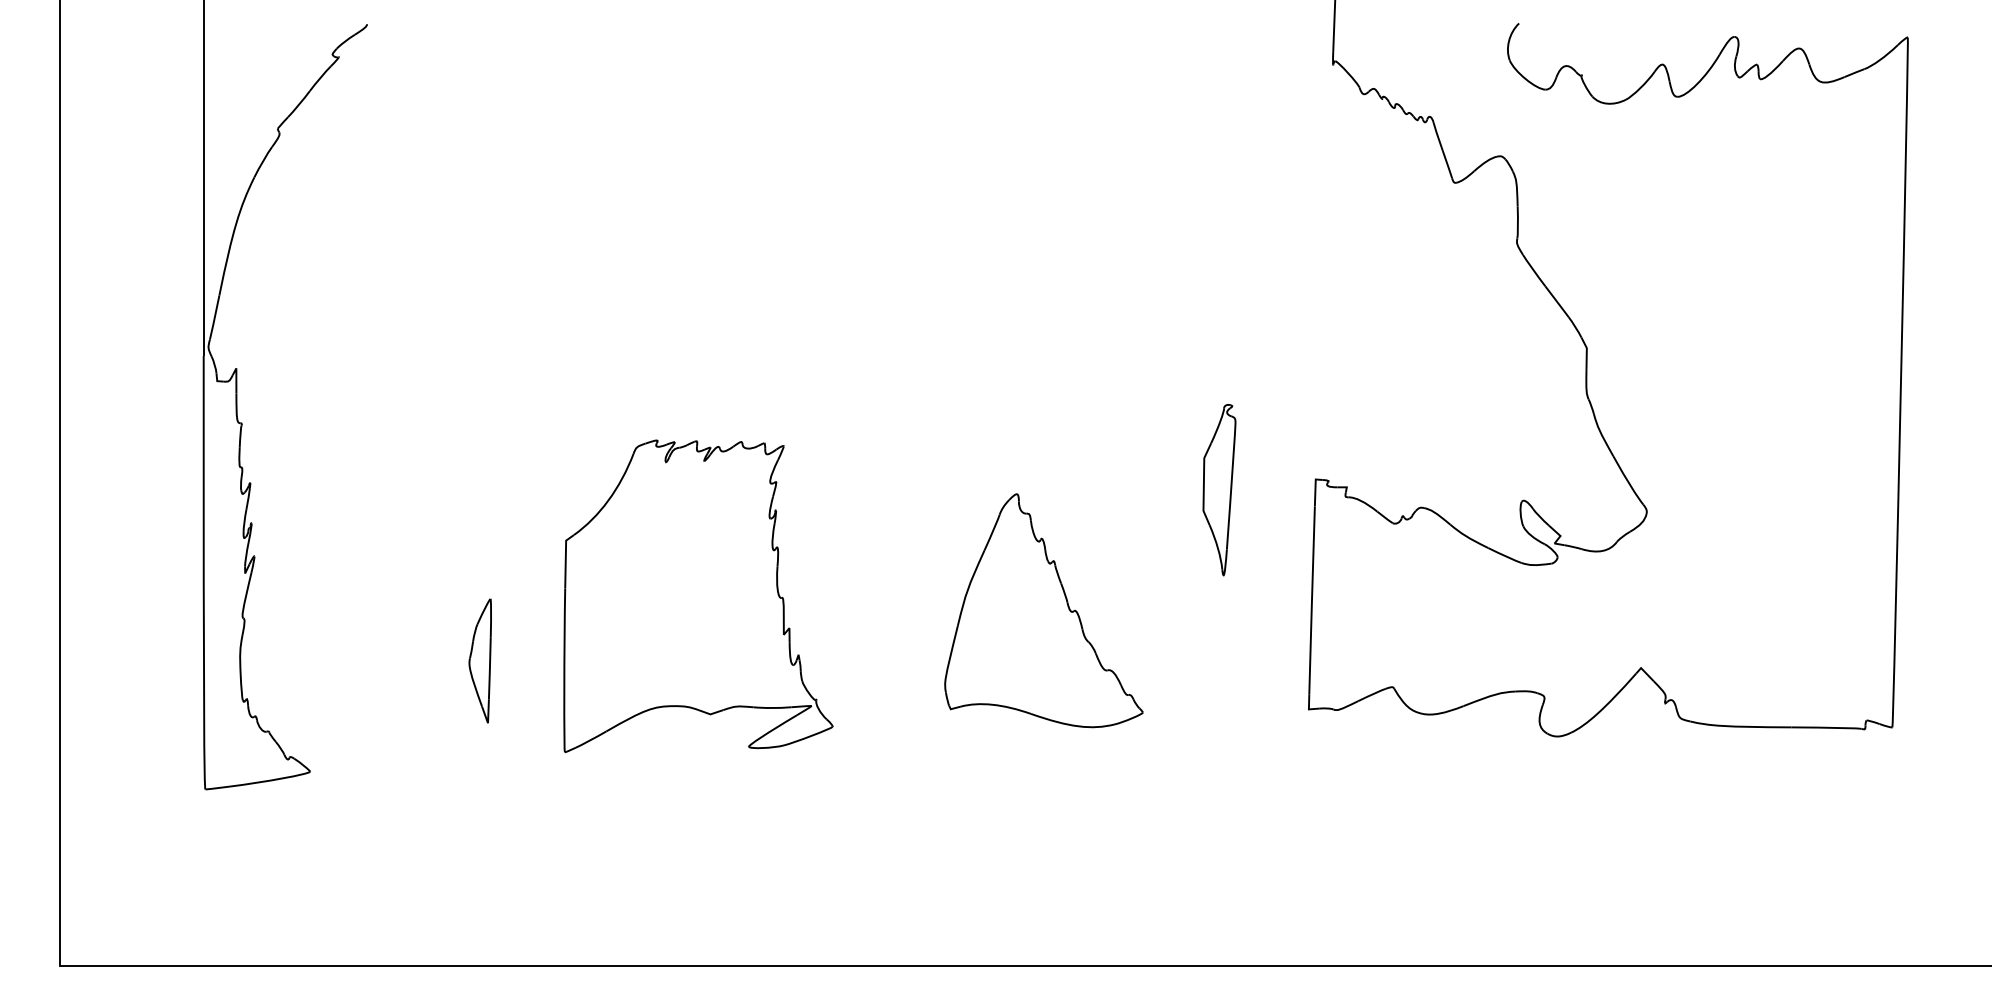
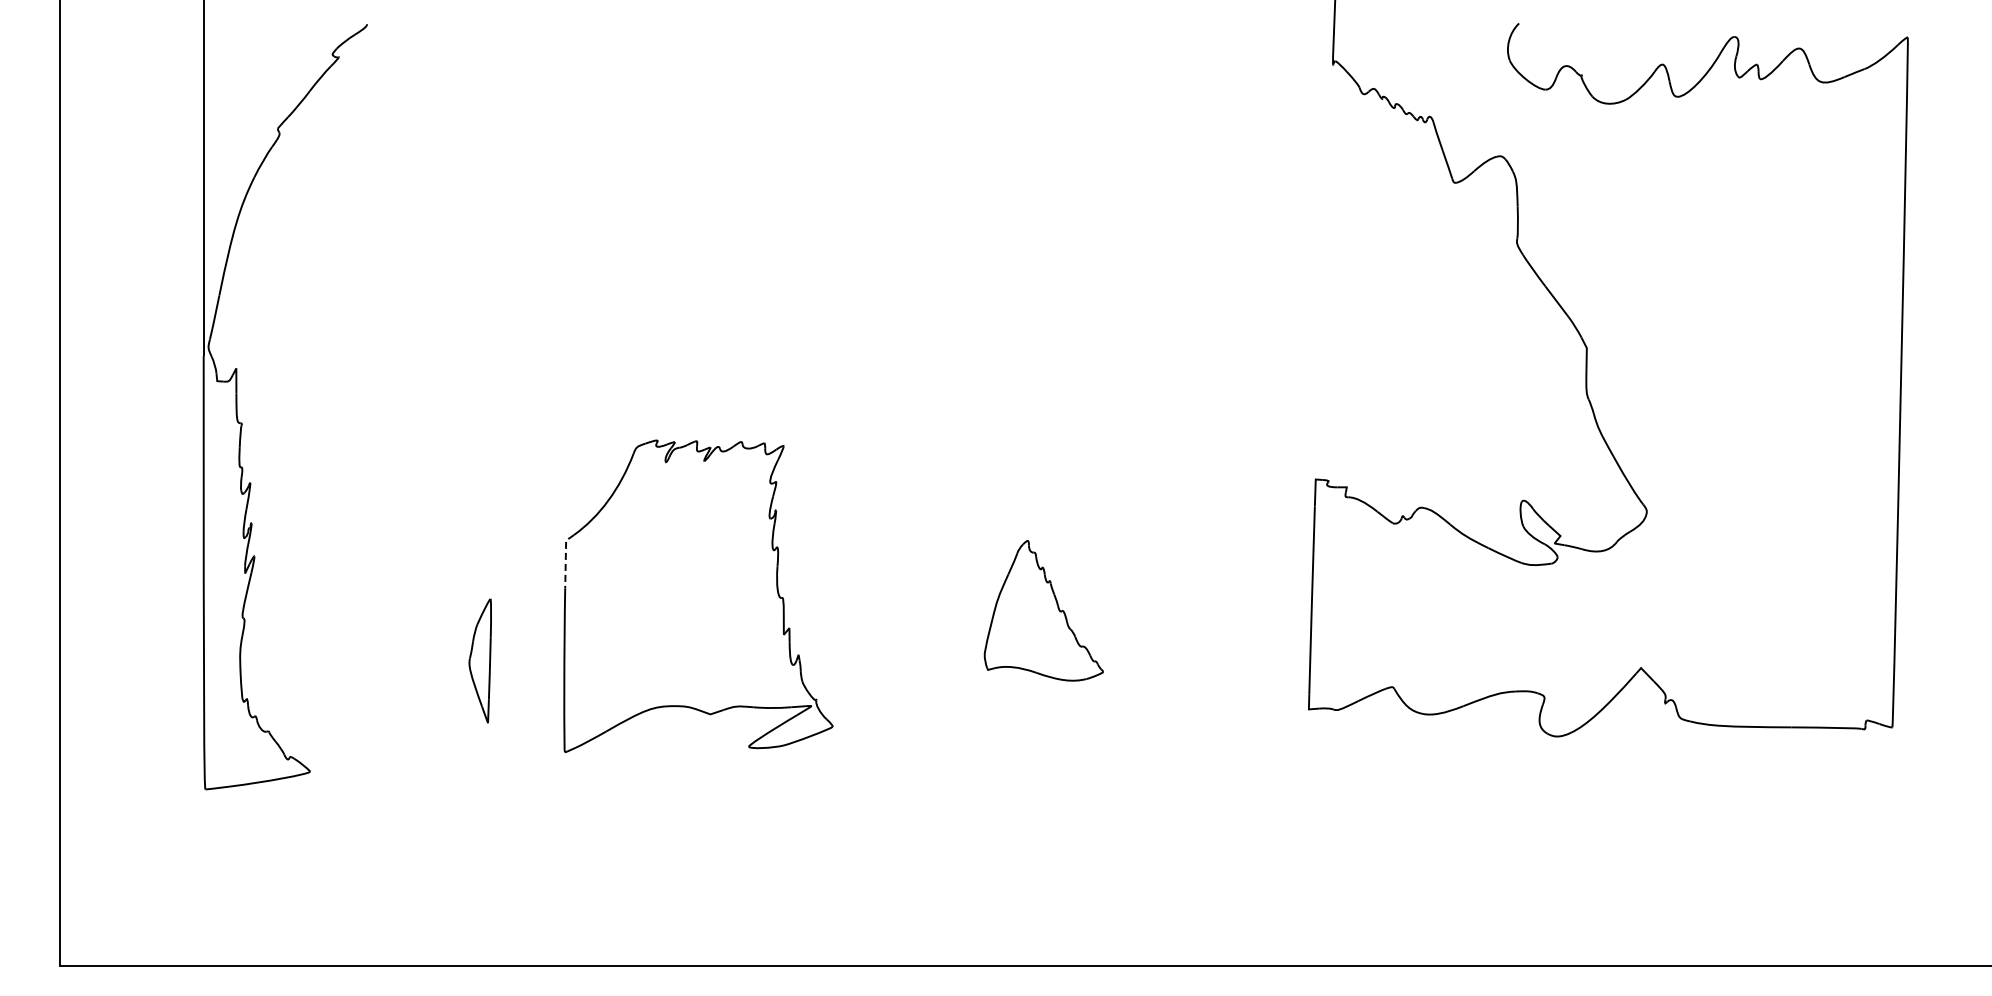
part at (1219, 490): present -> none
line at (565, 559): solid -> dashed
part at (1043, 610) size: 200x236 px -> 121x142 px
